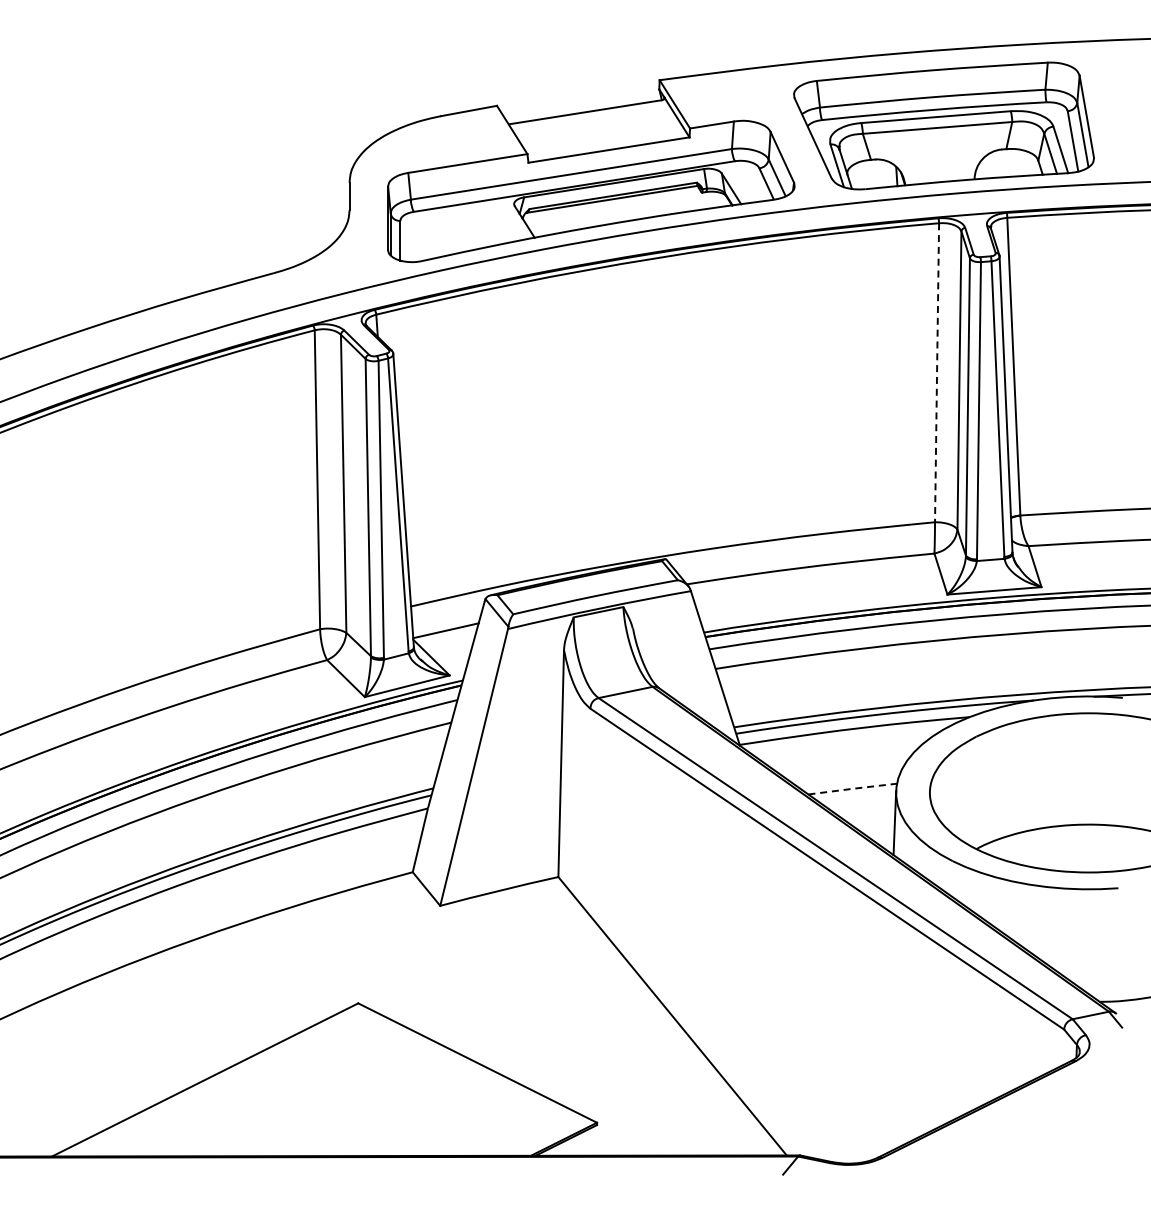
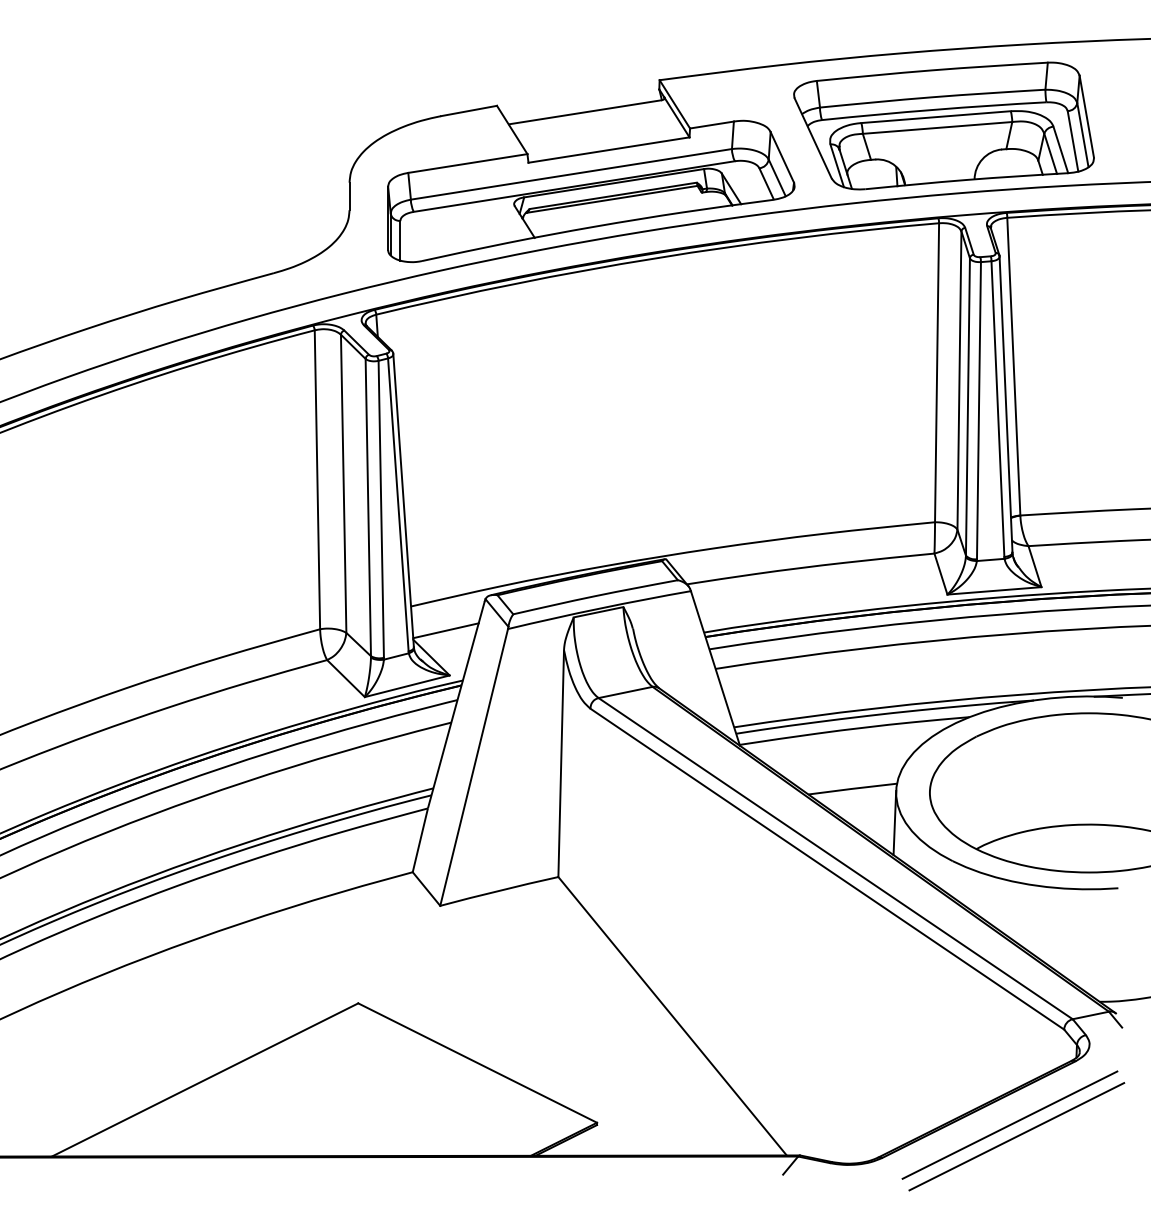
line at (937, 372): dashed -> solid
line at (852, 788): dashed -> solid
line at (1009, 1124): none -> present
line at (1016, 1136): none -> present
